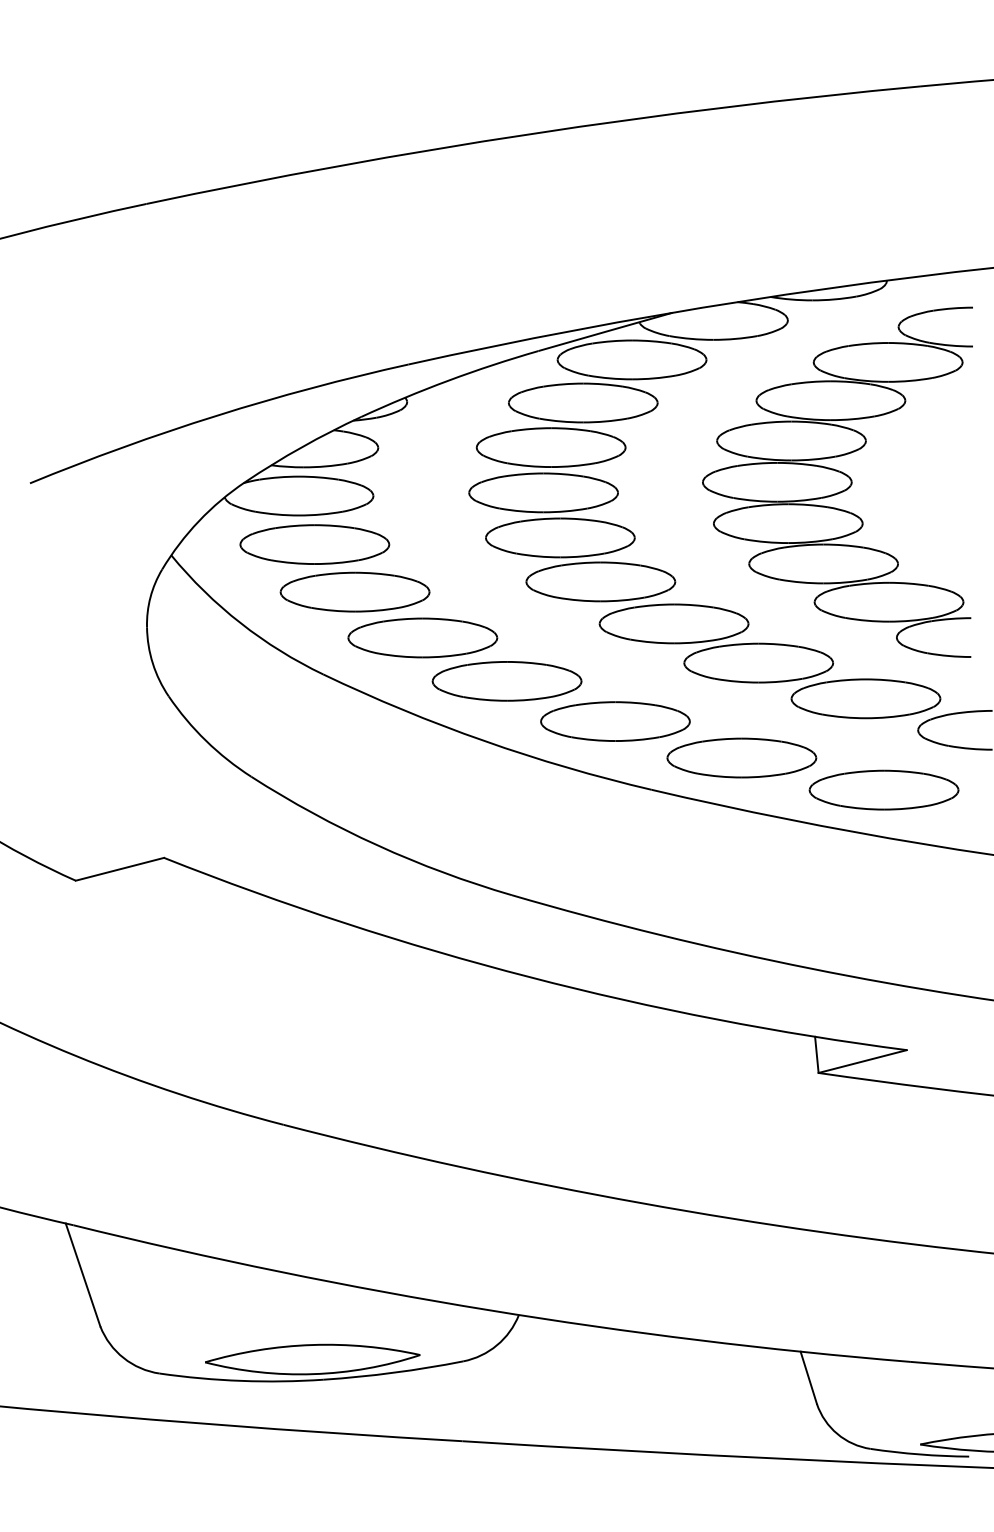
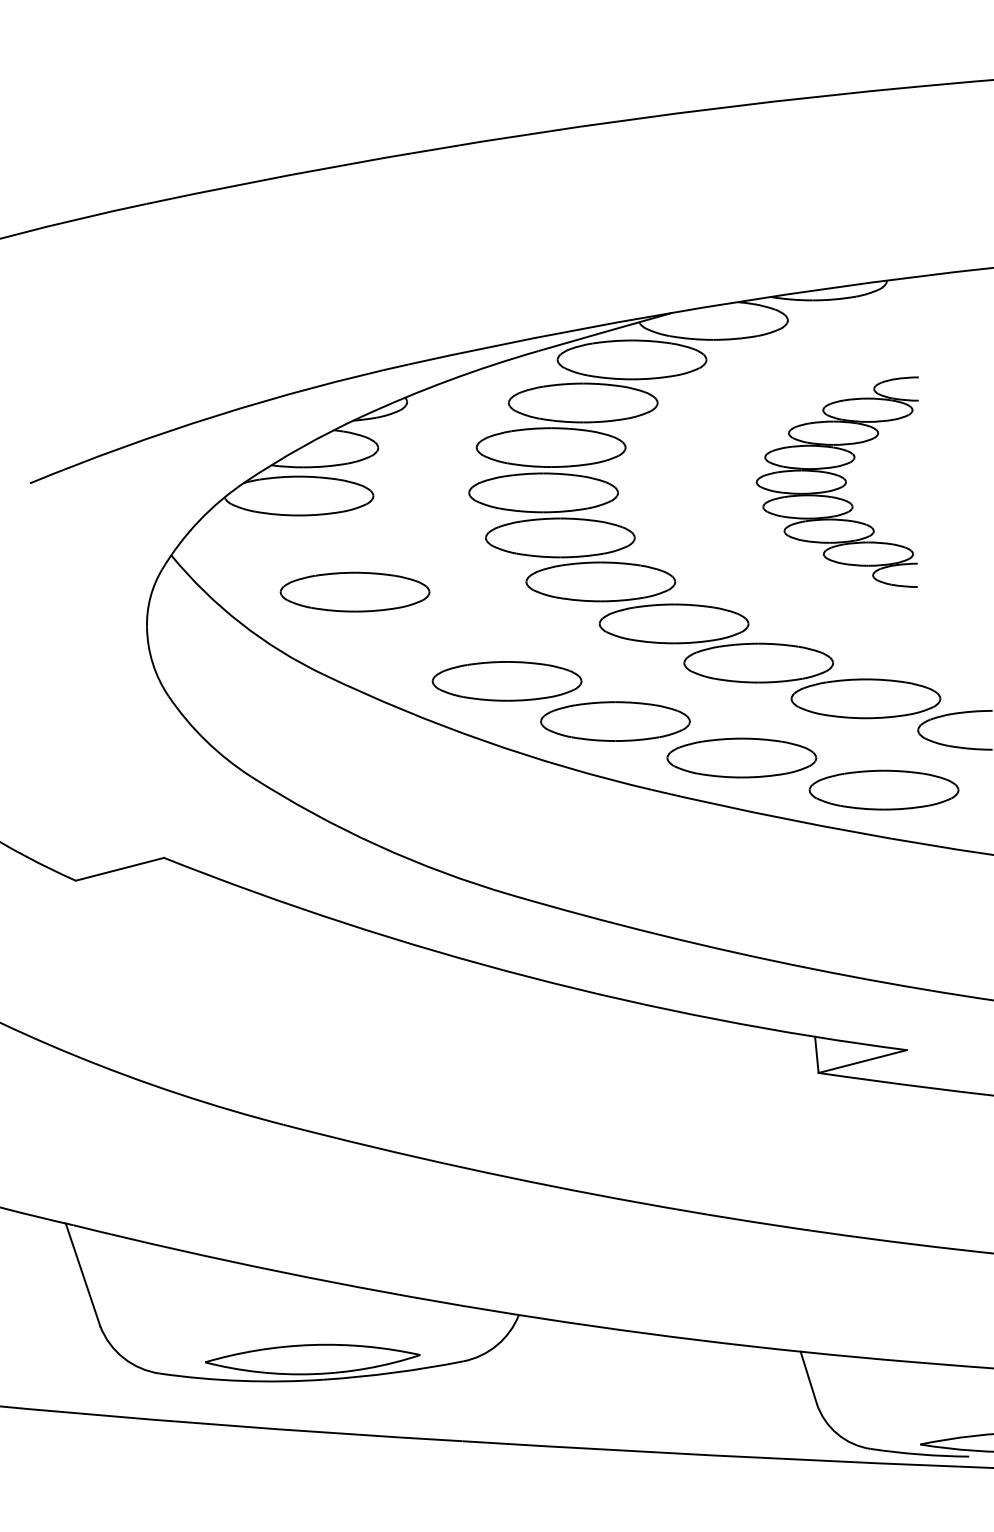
part at (837, 481) size: 271x352 px -> 164x212 px
part at (314, 544): present -> none
part at (422, 637): present -> none
